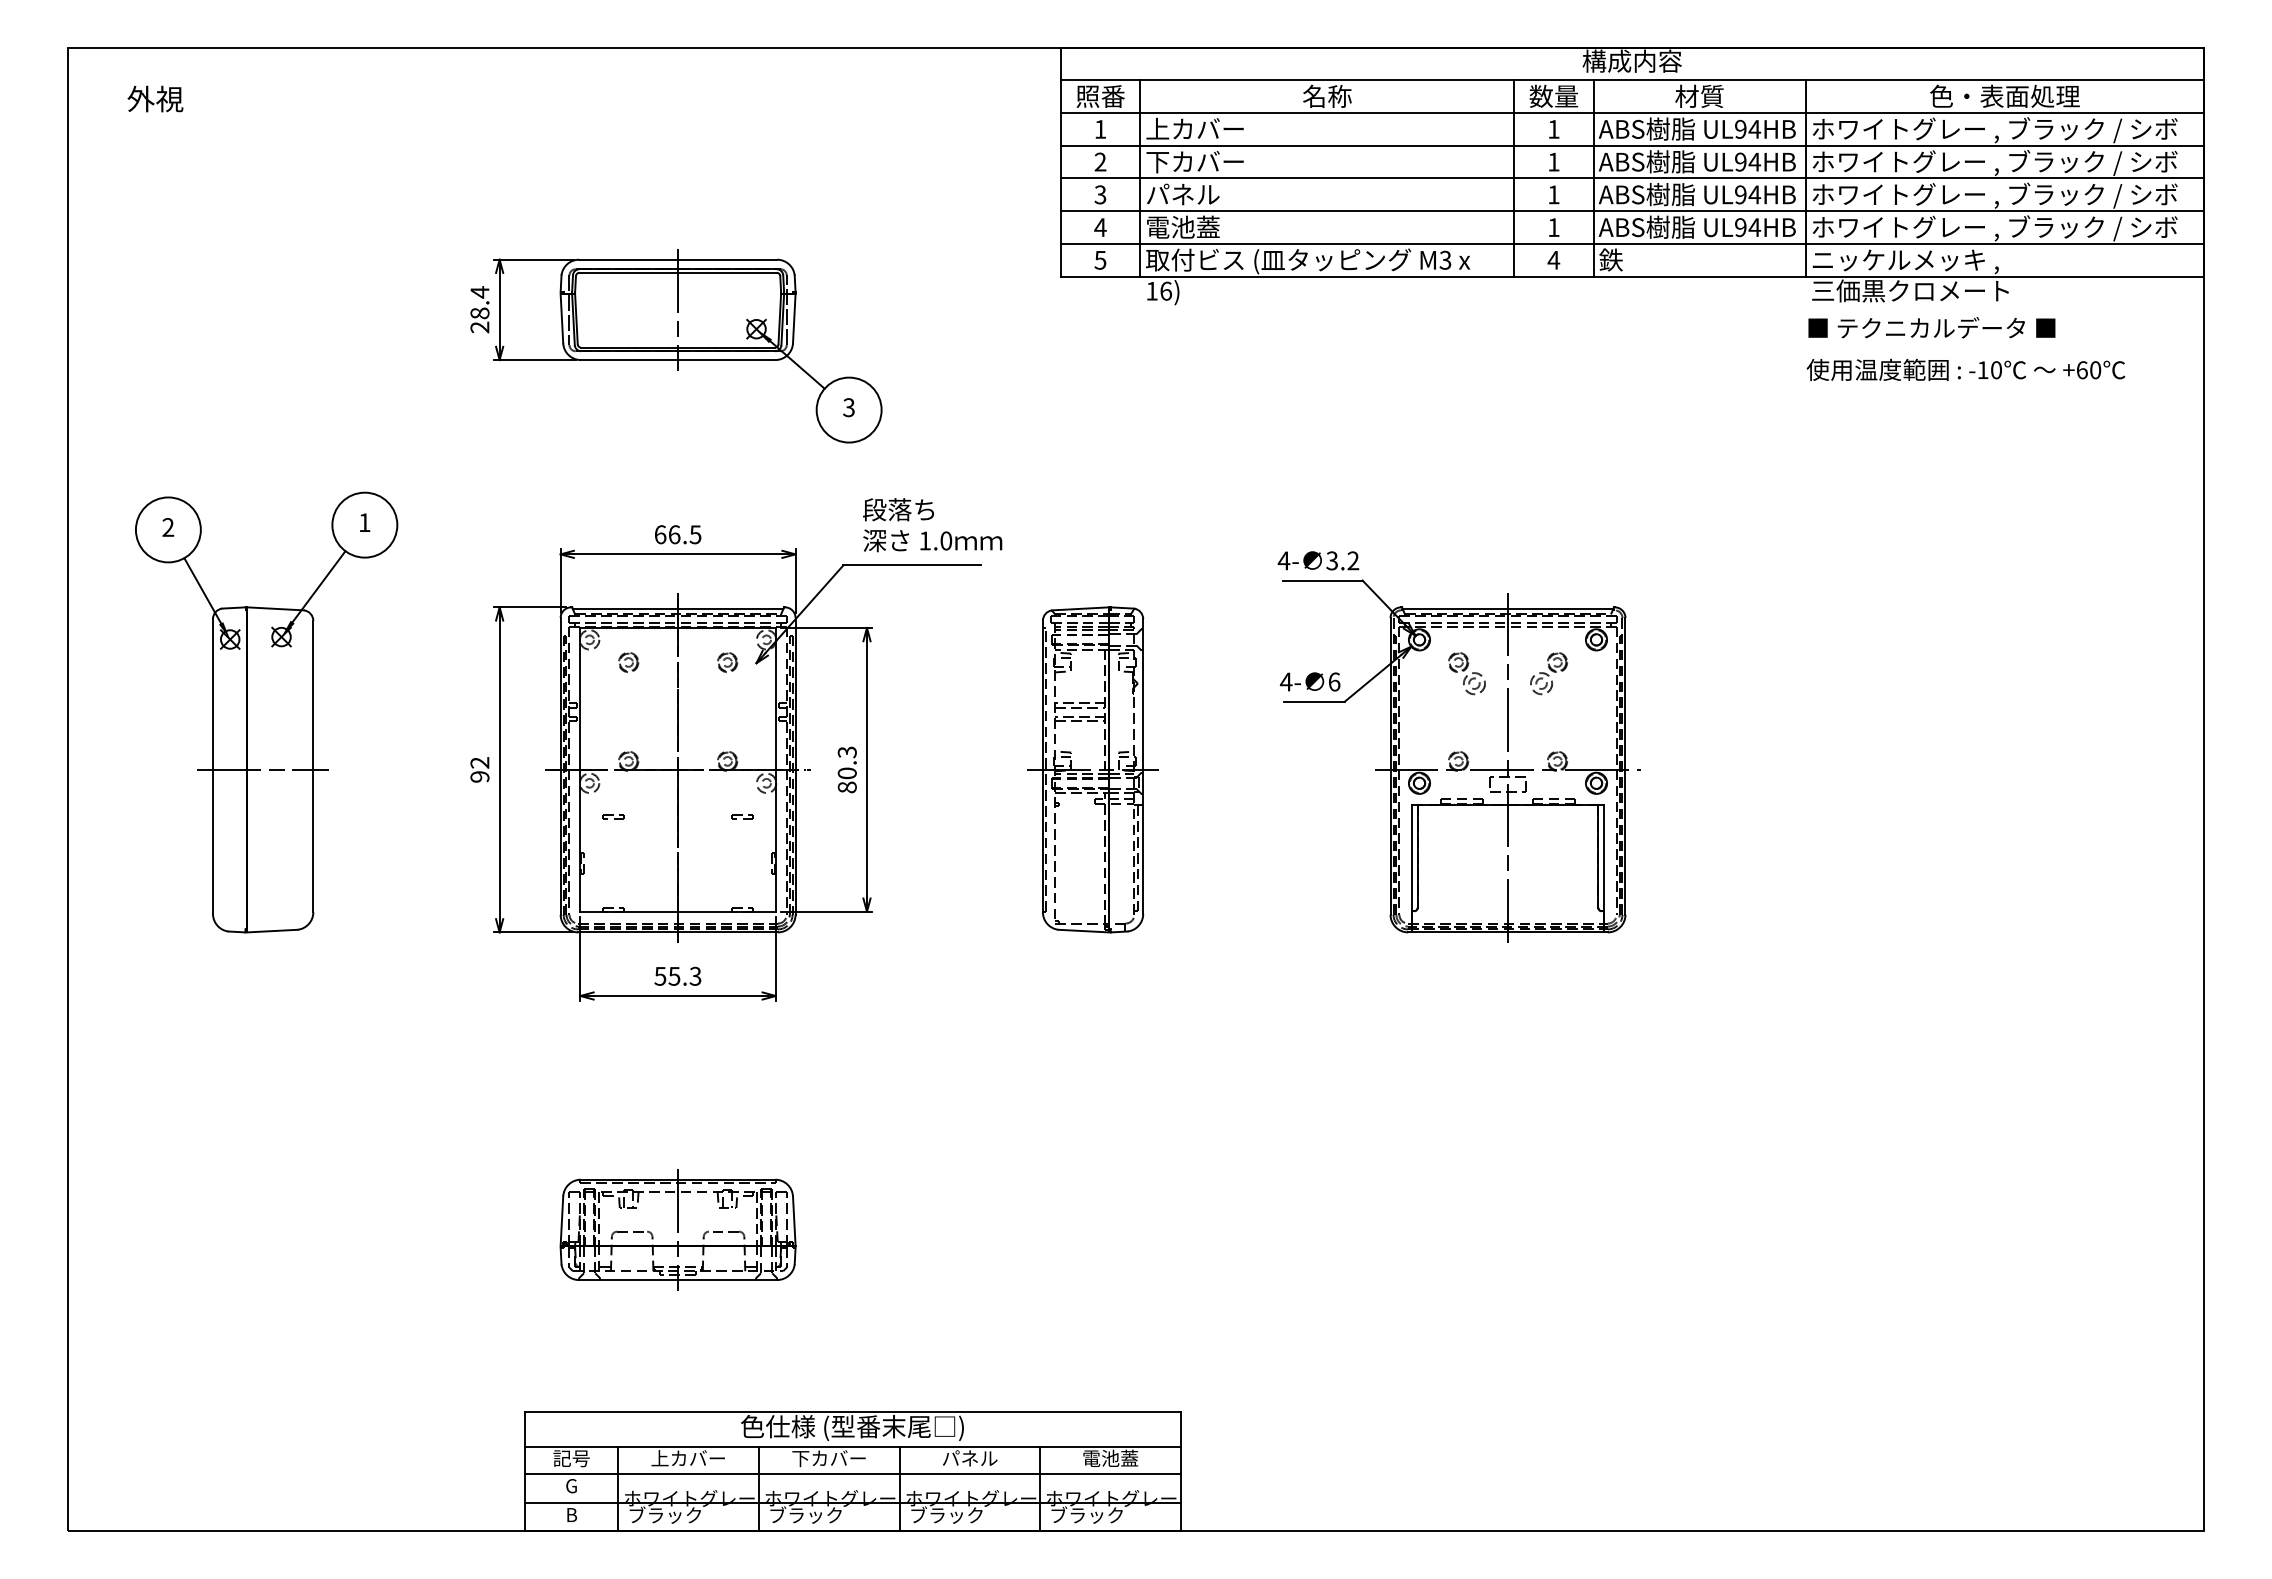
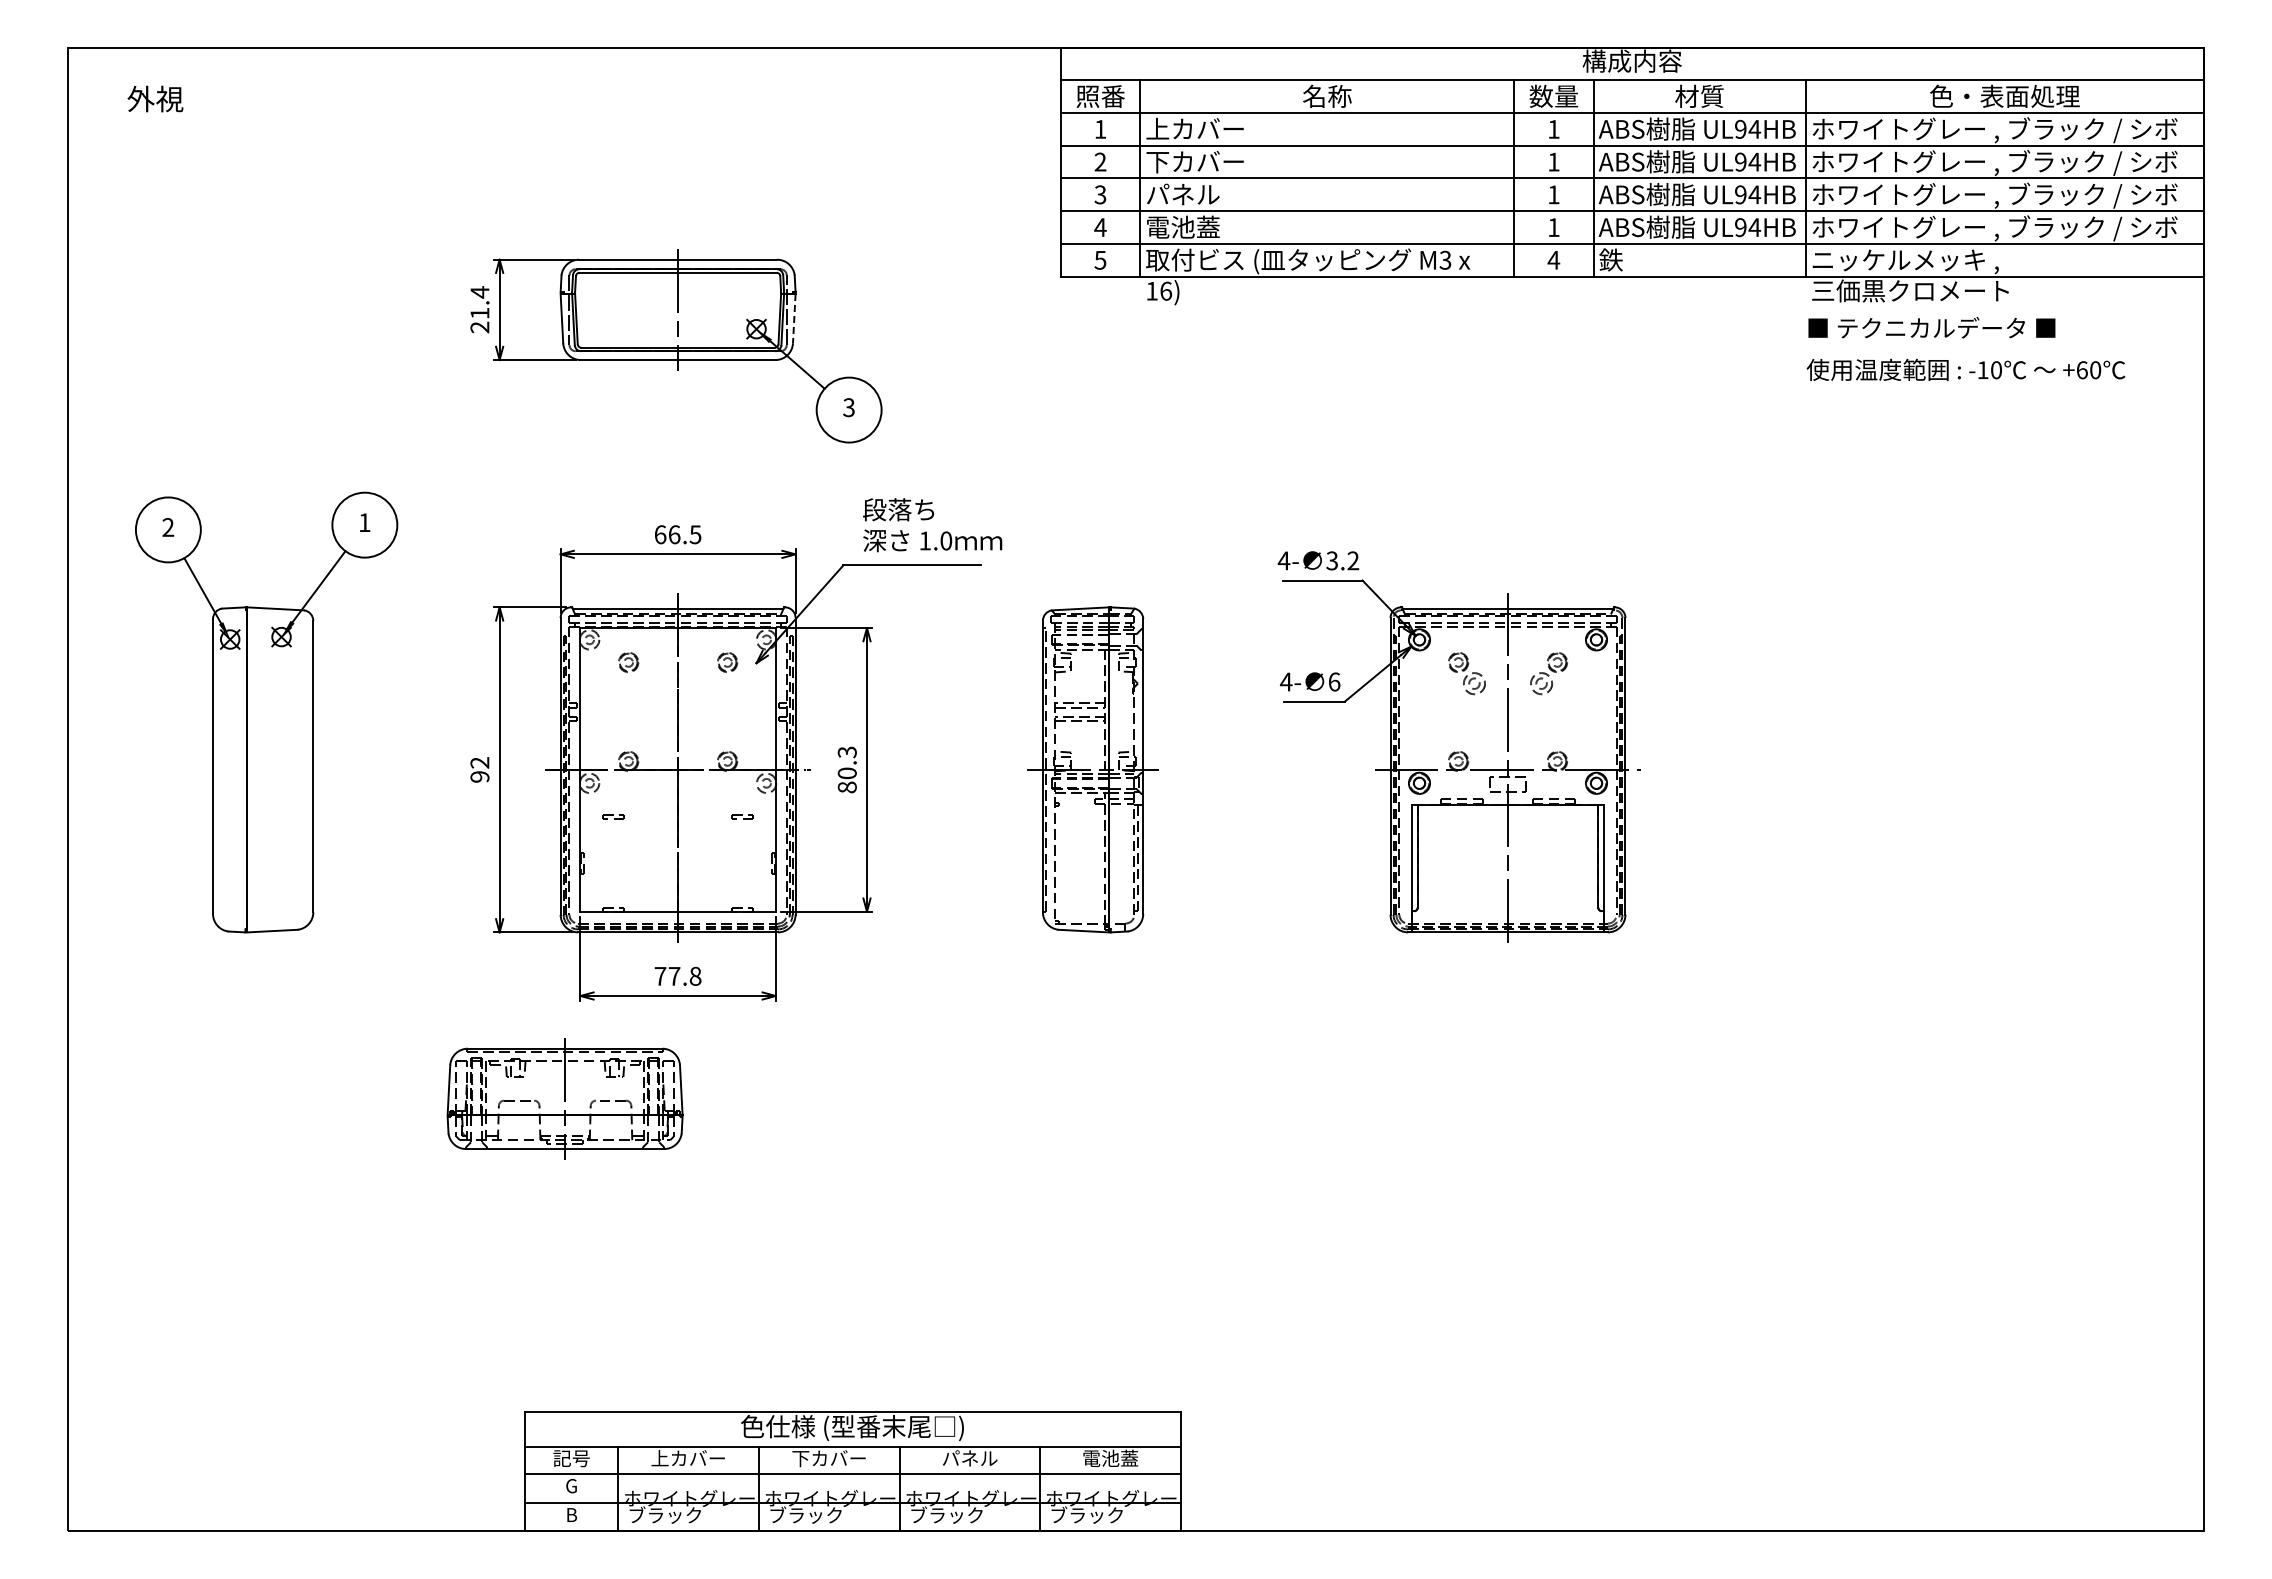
text at (479, 313): 28.4 -> 21.4
line at (794, 318): solid -> dashed
line at (263, 769): present -> none
text at (677, 975): 55.3 -> 77.8
part at (677, 1229) position: (677, 1229) -> (564, 1098)
